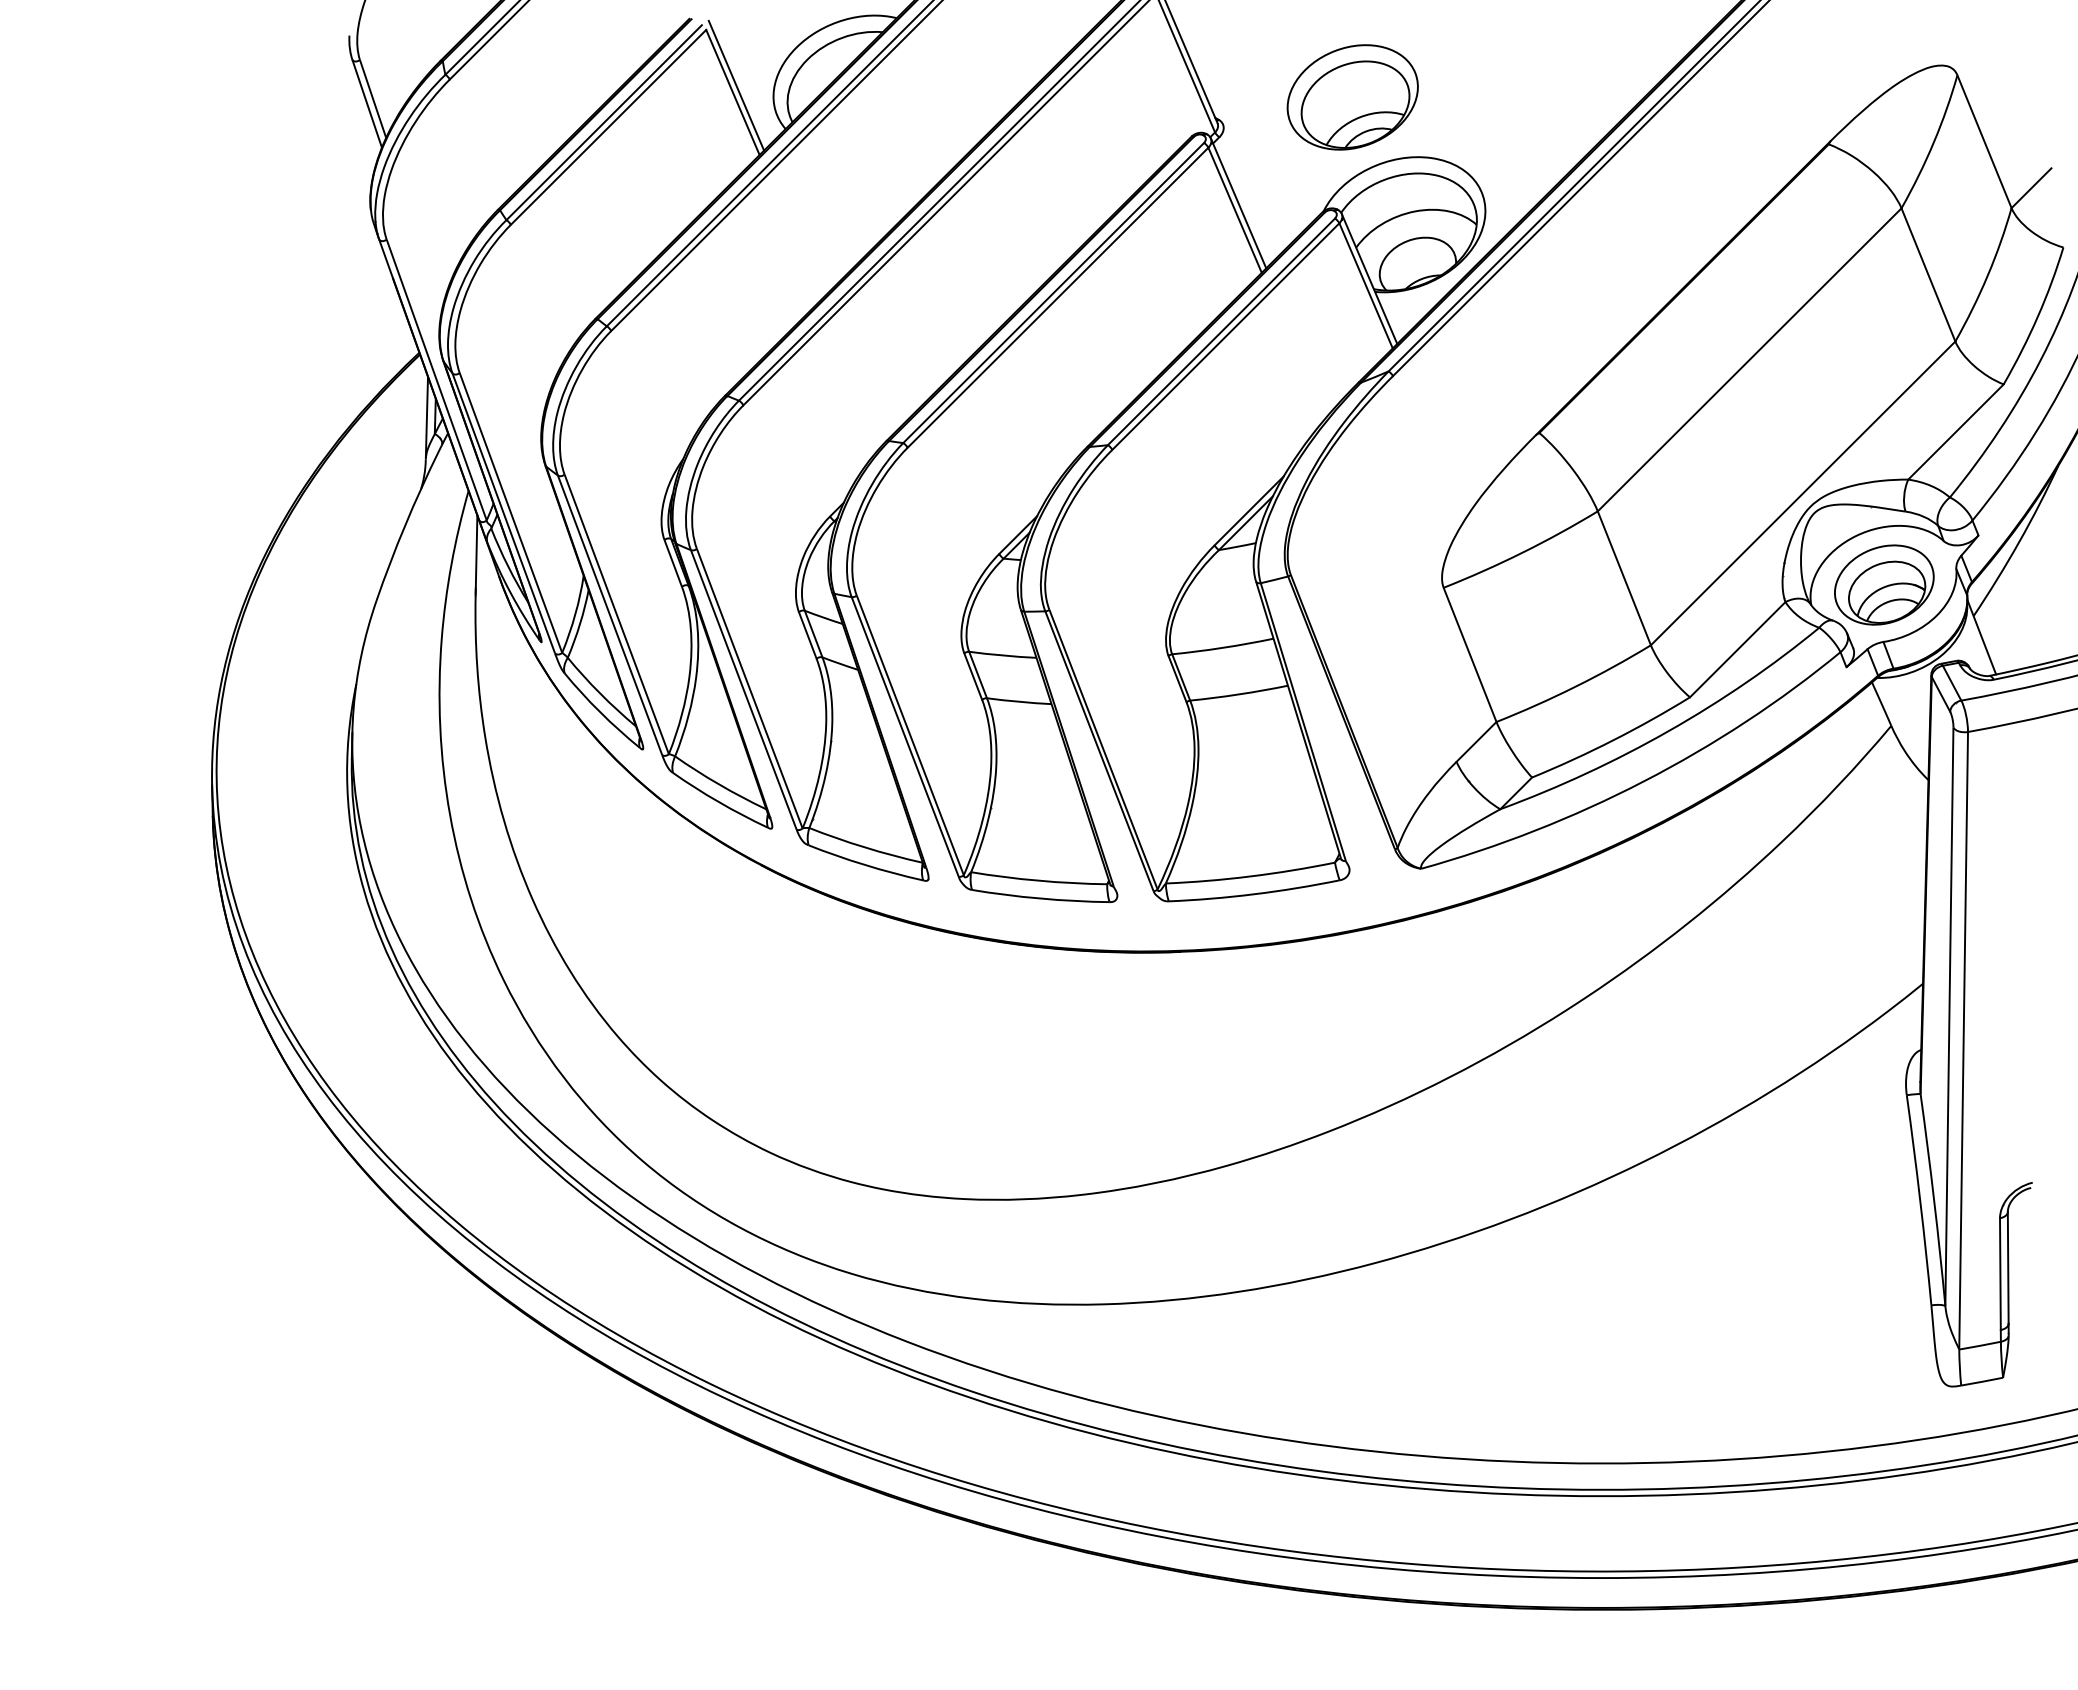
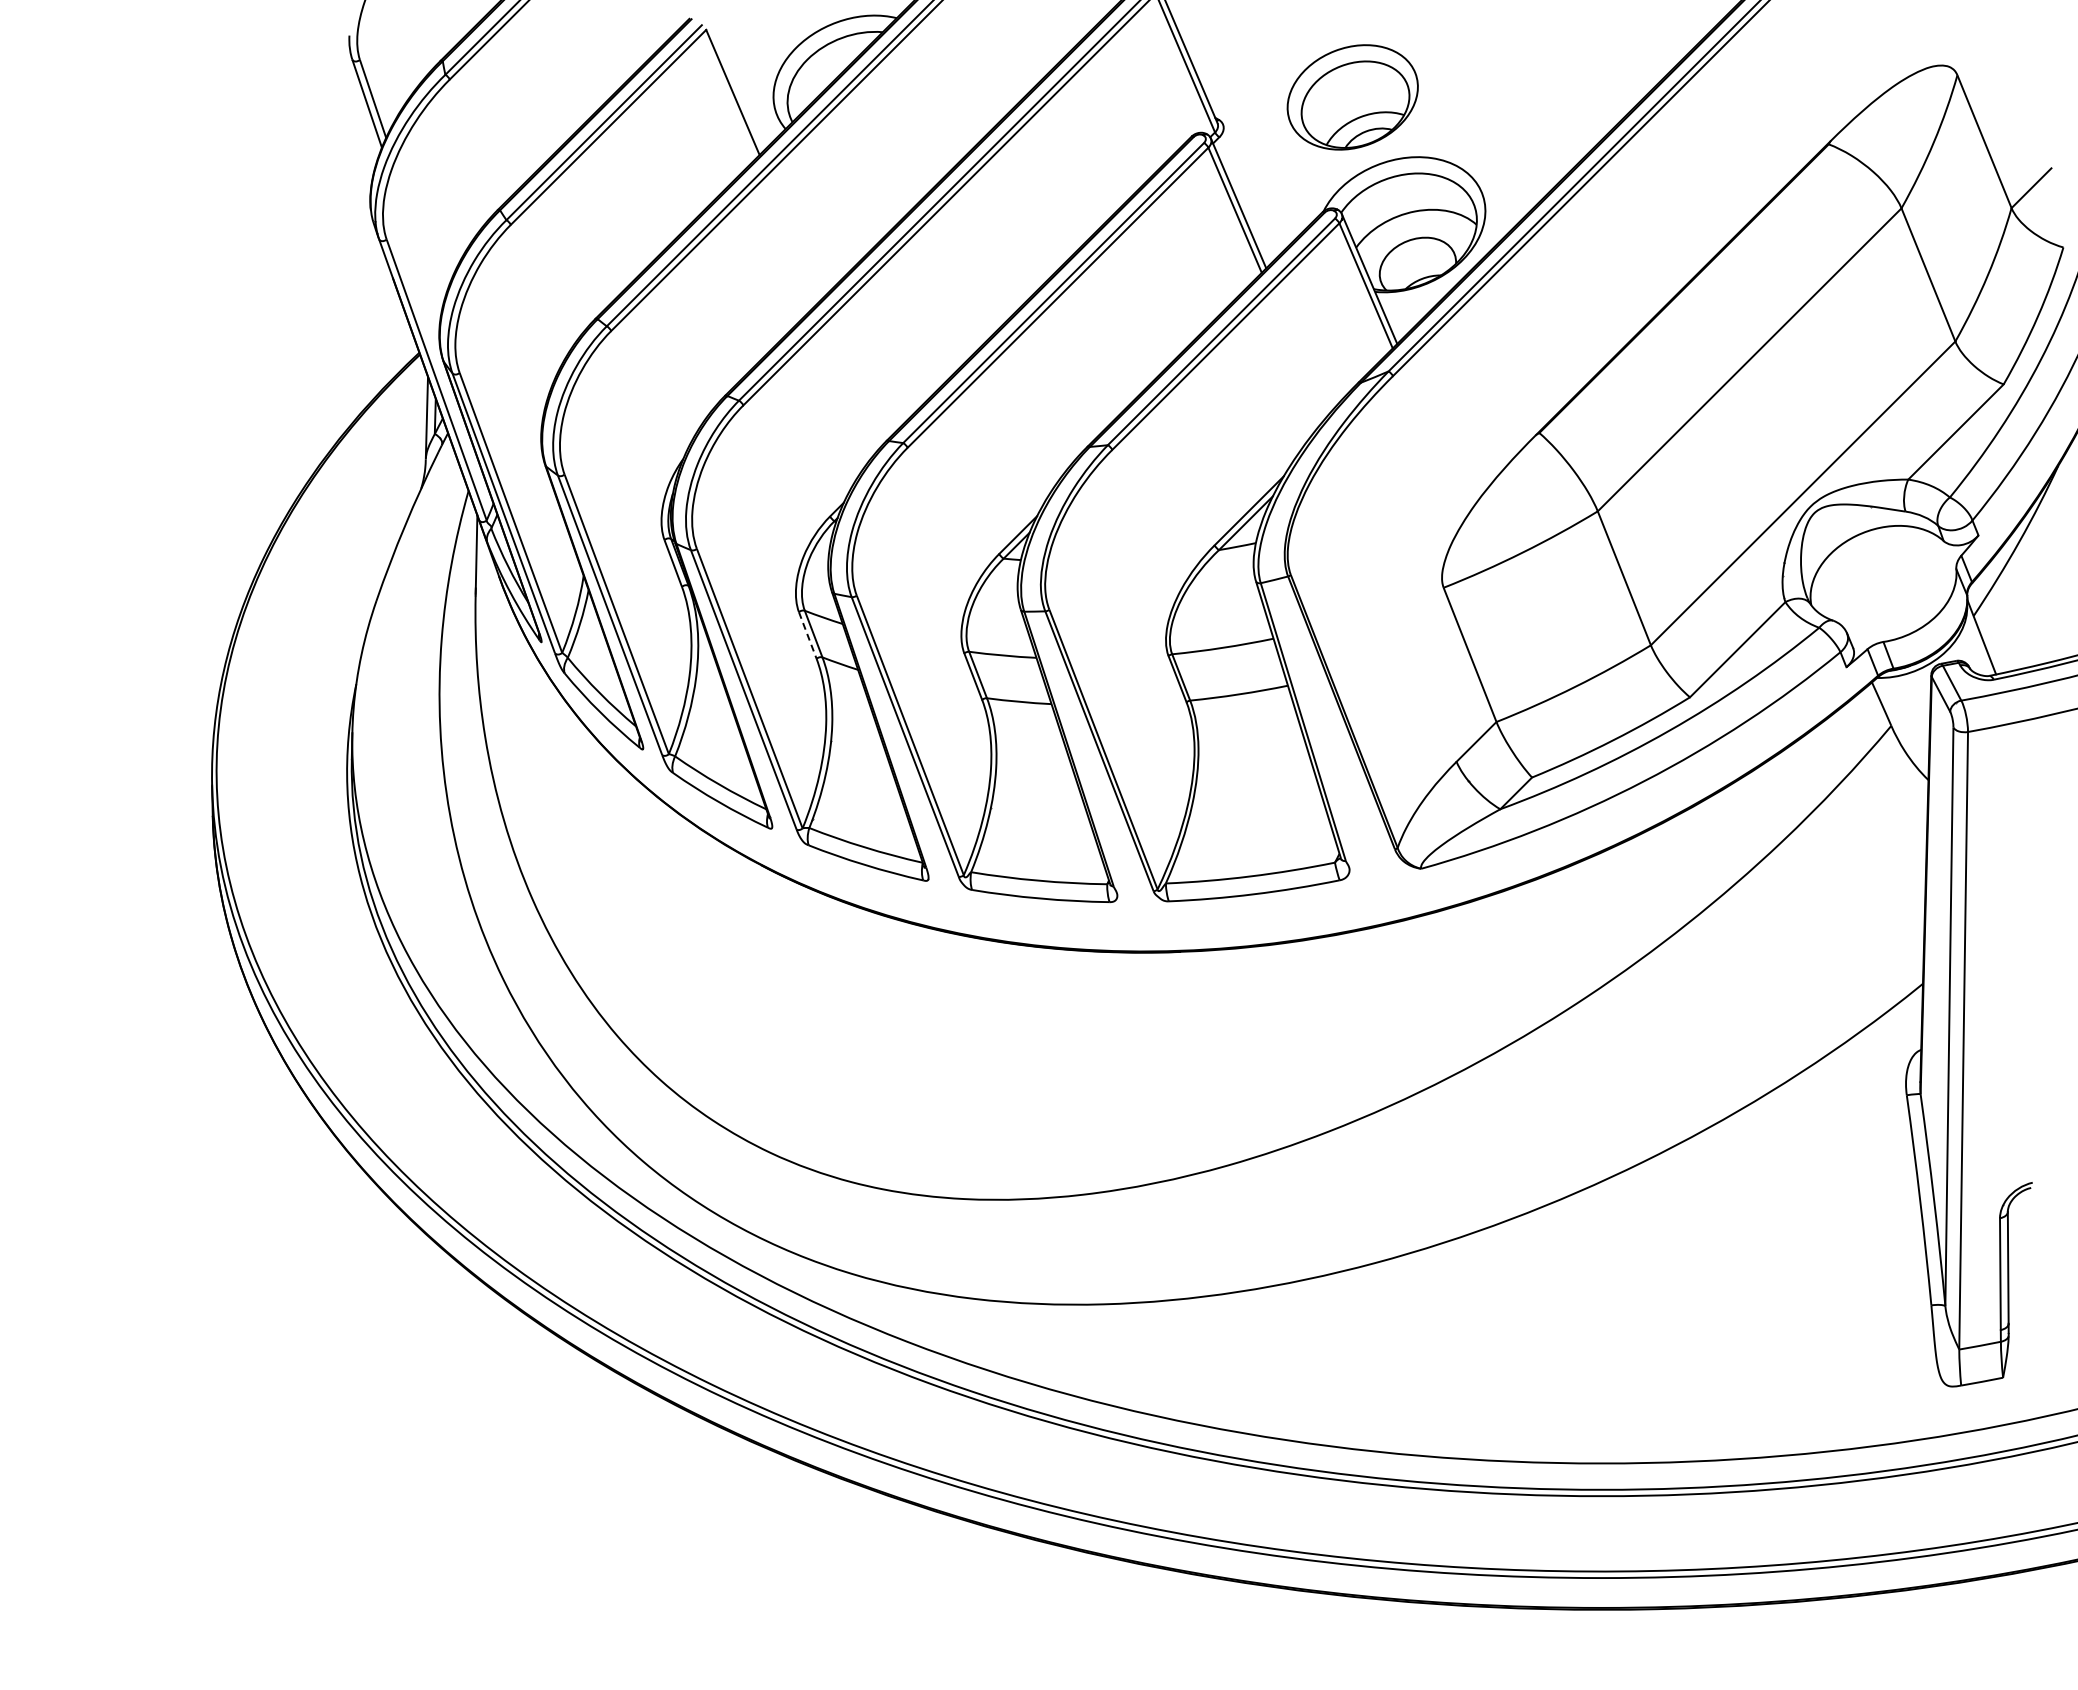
line at (736, 85): present -> none
part at (1884, 584): present -> none
line at (807, 635): solid -> dashed
